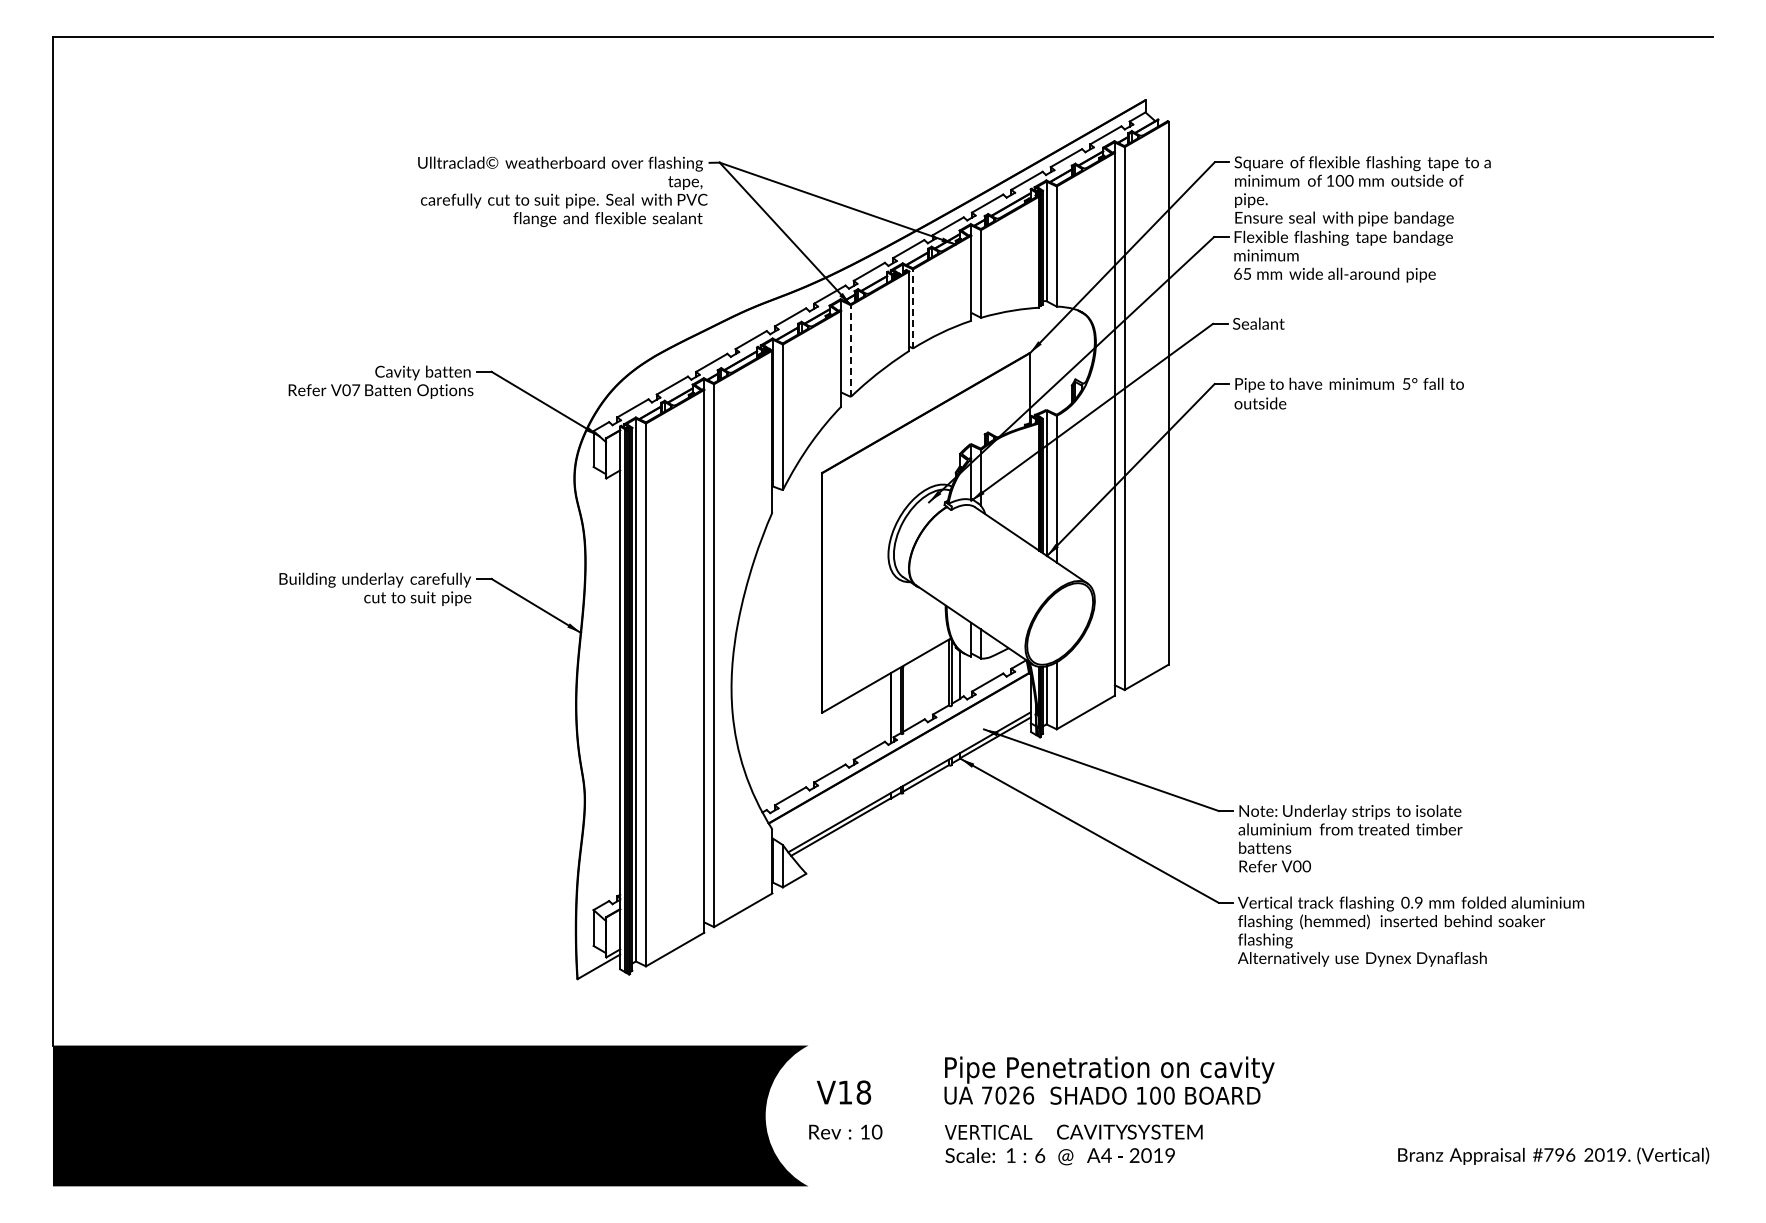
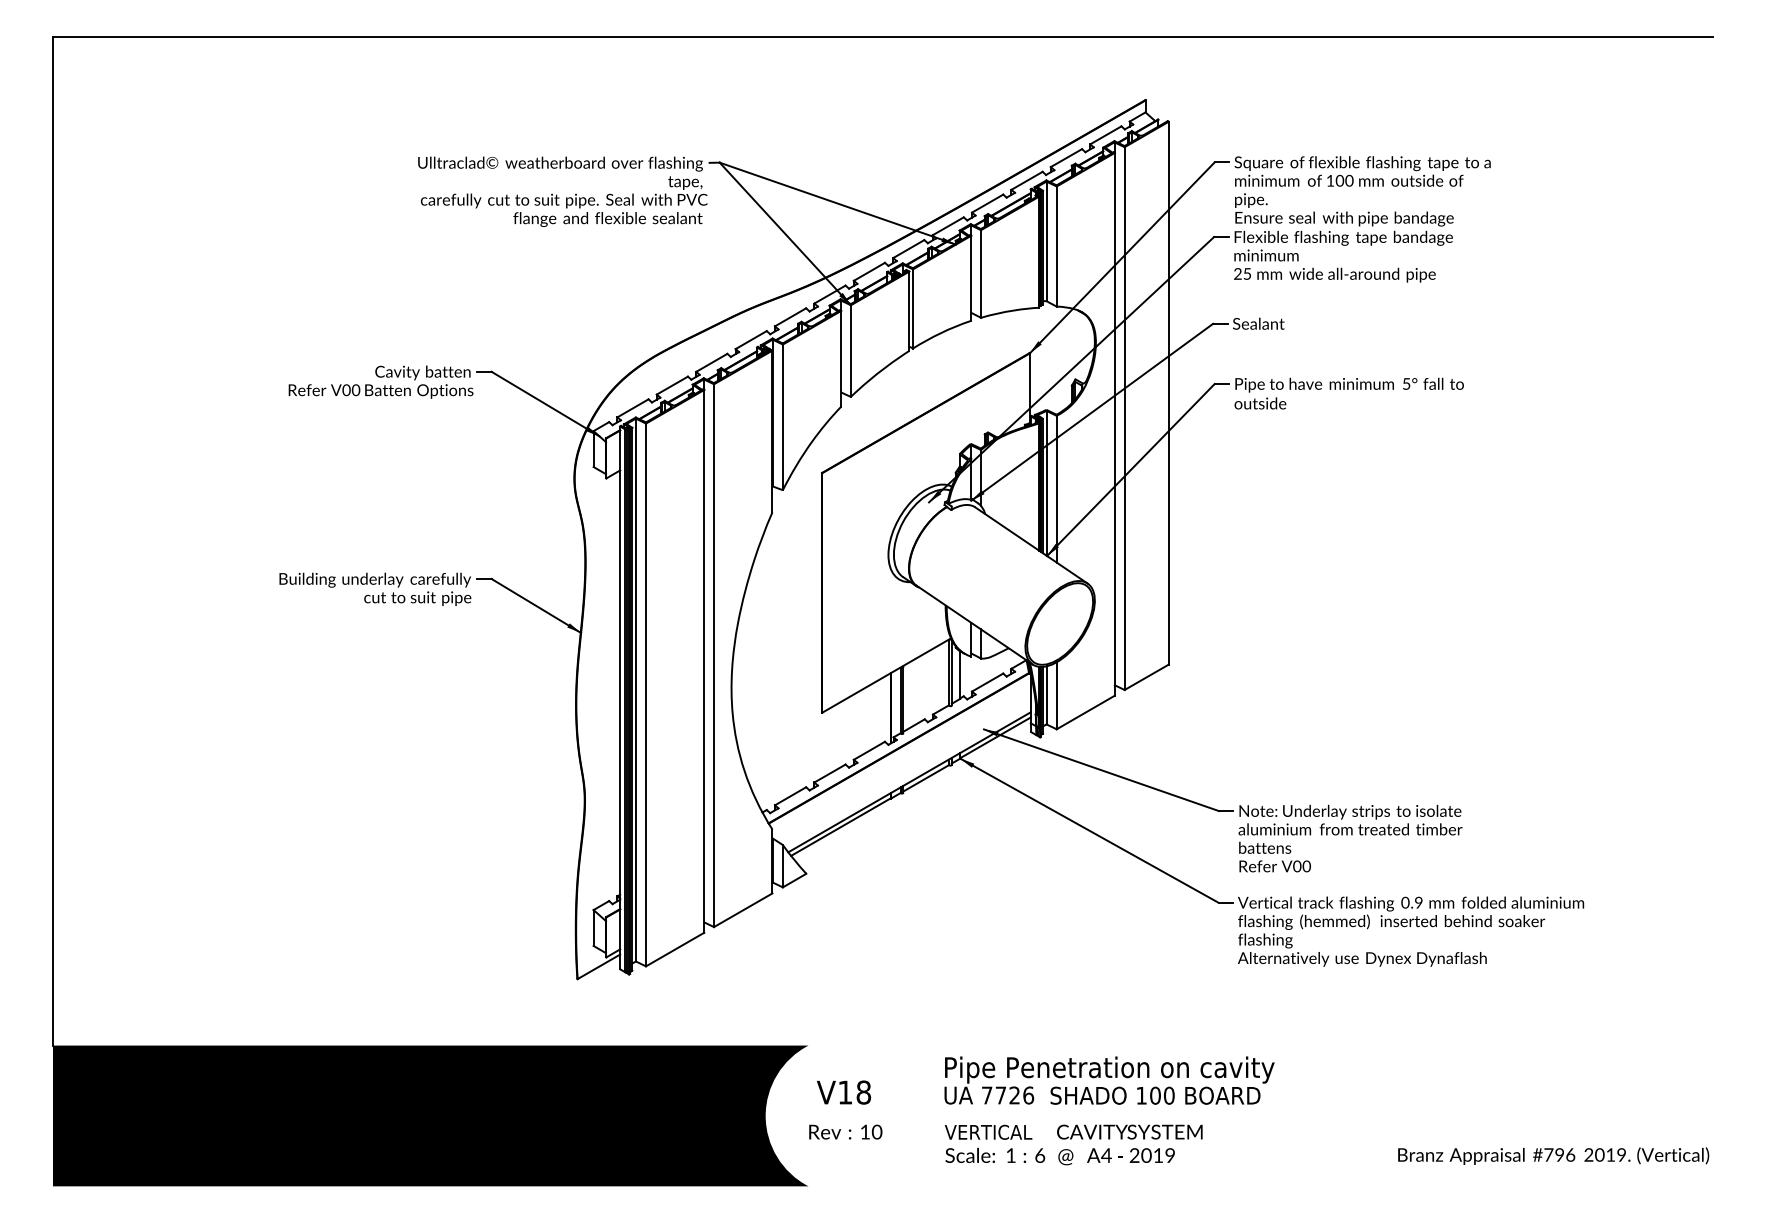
text at (1237, 273): 65 -> 25
line at (913, 308): dashed -> solid
line at (850, 351): dashed -> solid
text at (355, 390): V07 -> V00
text at (1000, 1095): 7026 -> 7726
